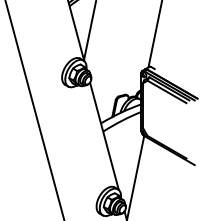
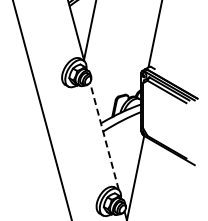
line at (34, 109) position: (34, 109) -> (42, 109)
line at (104, 136): solid -> dashed
